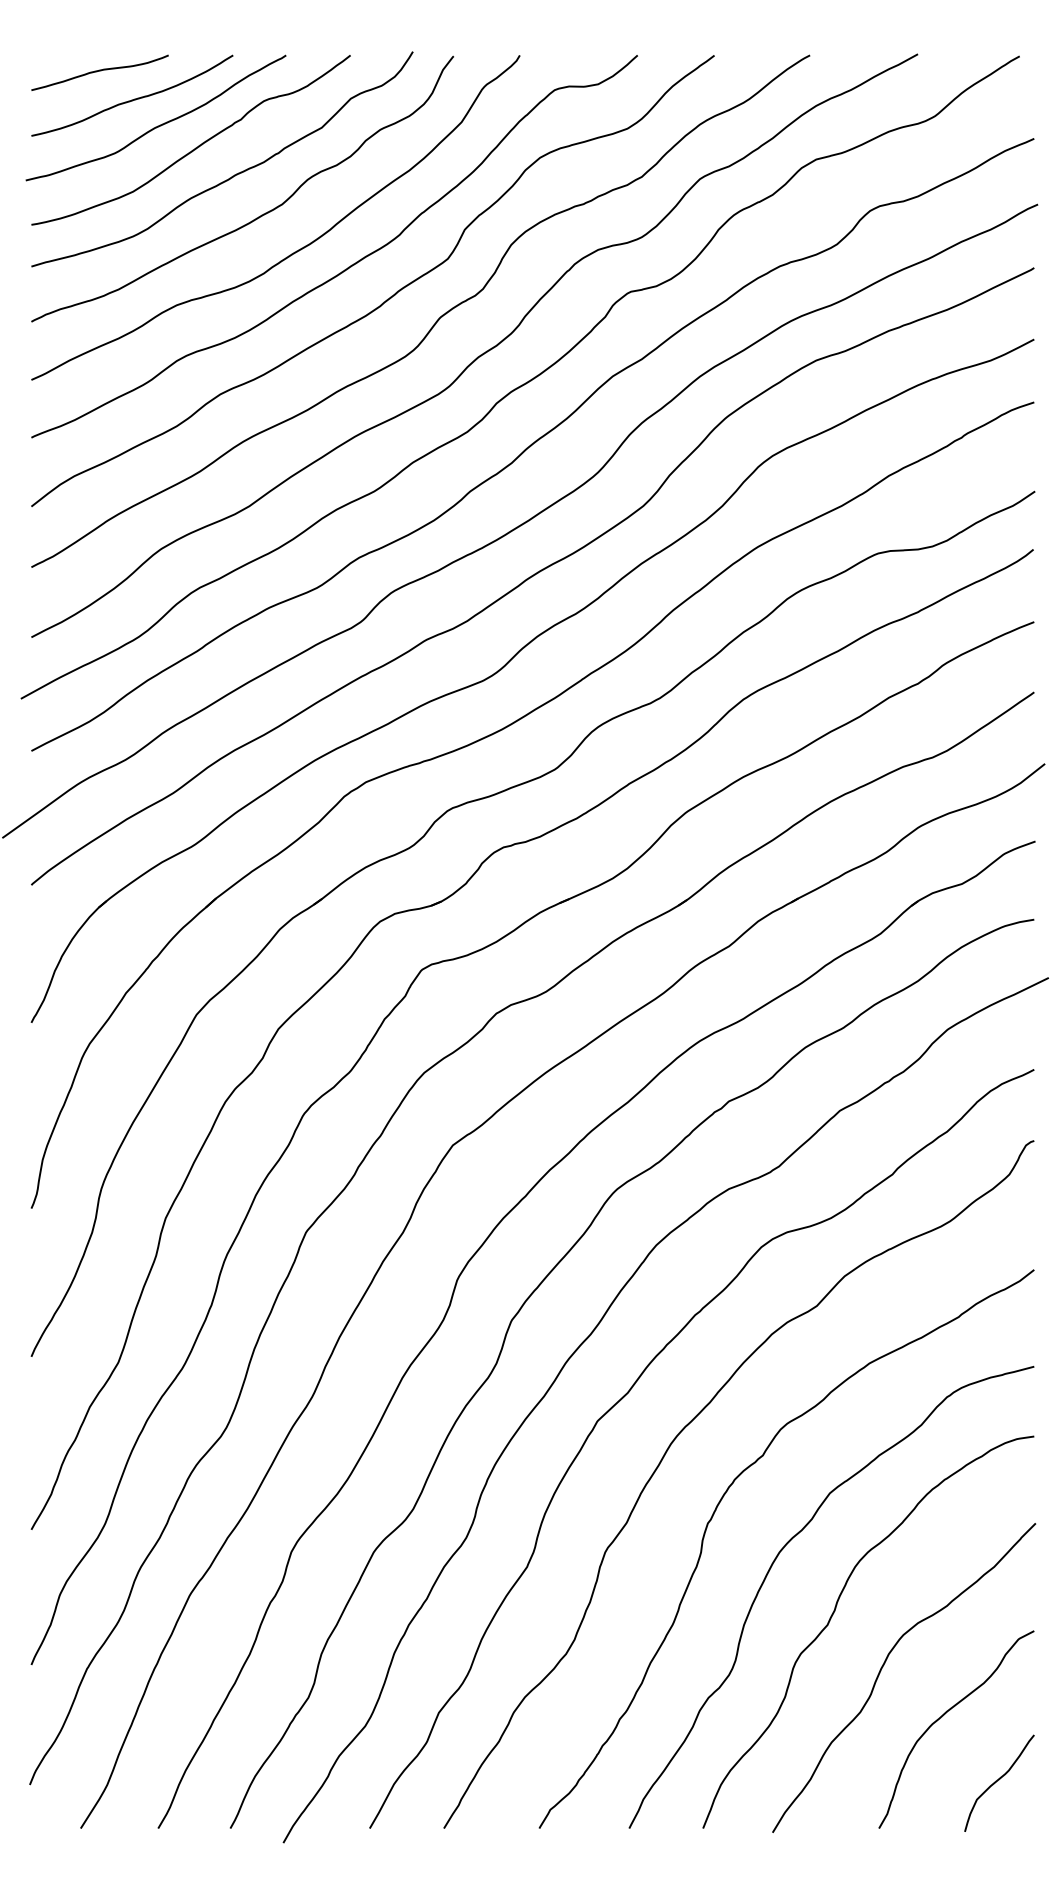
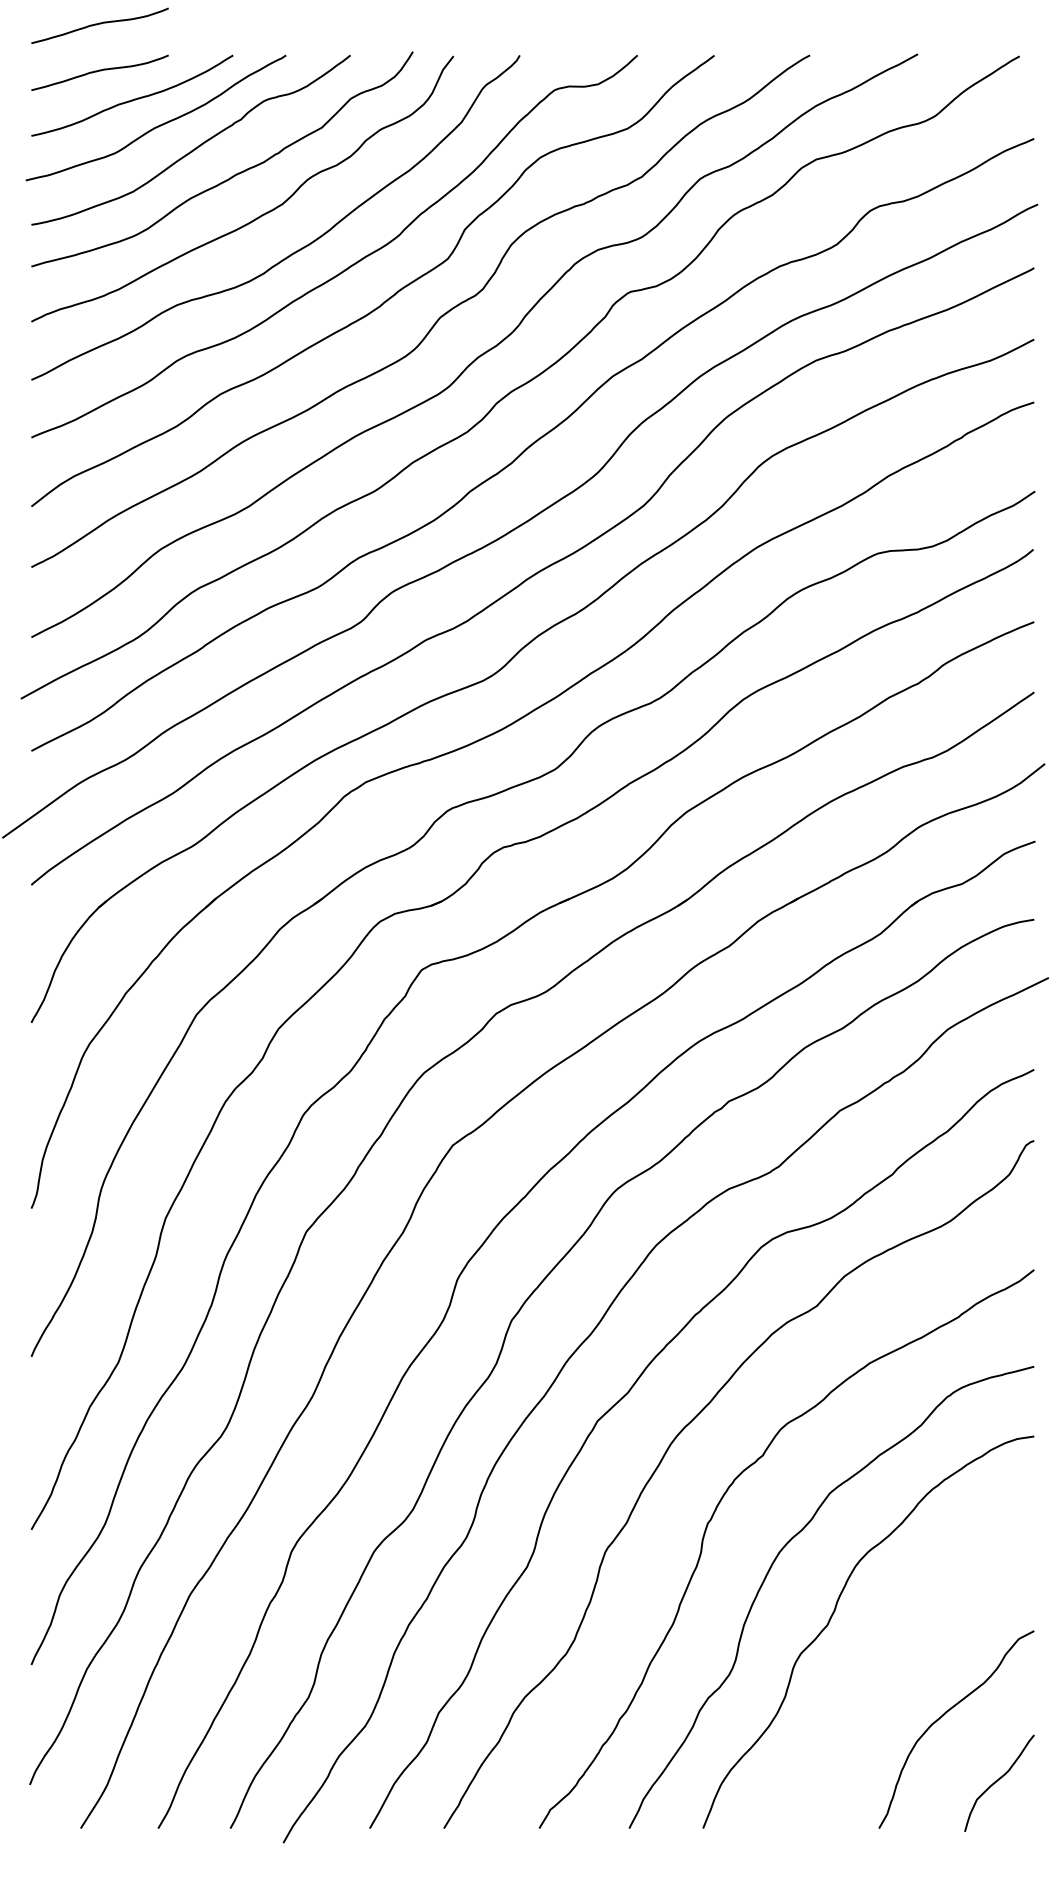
curve at (99, 24): none -> present
curve at (883, 1667): present -> none
